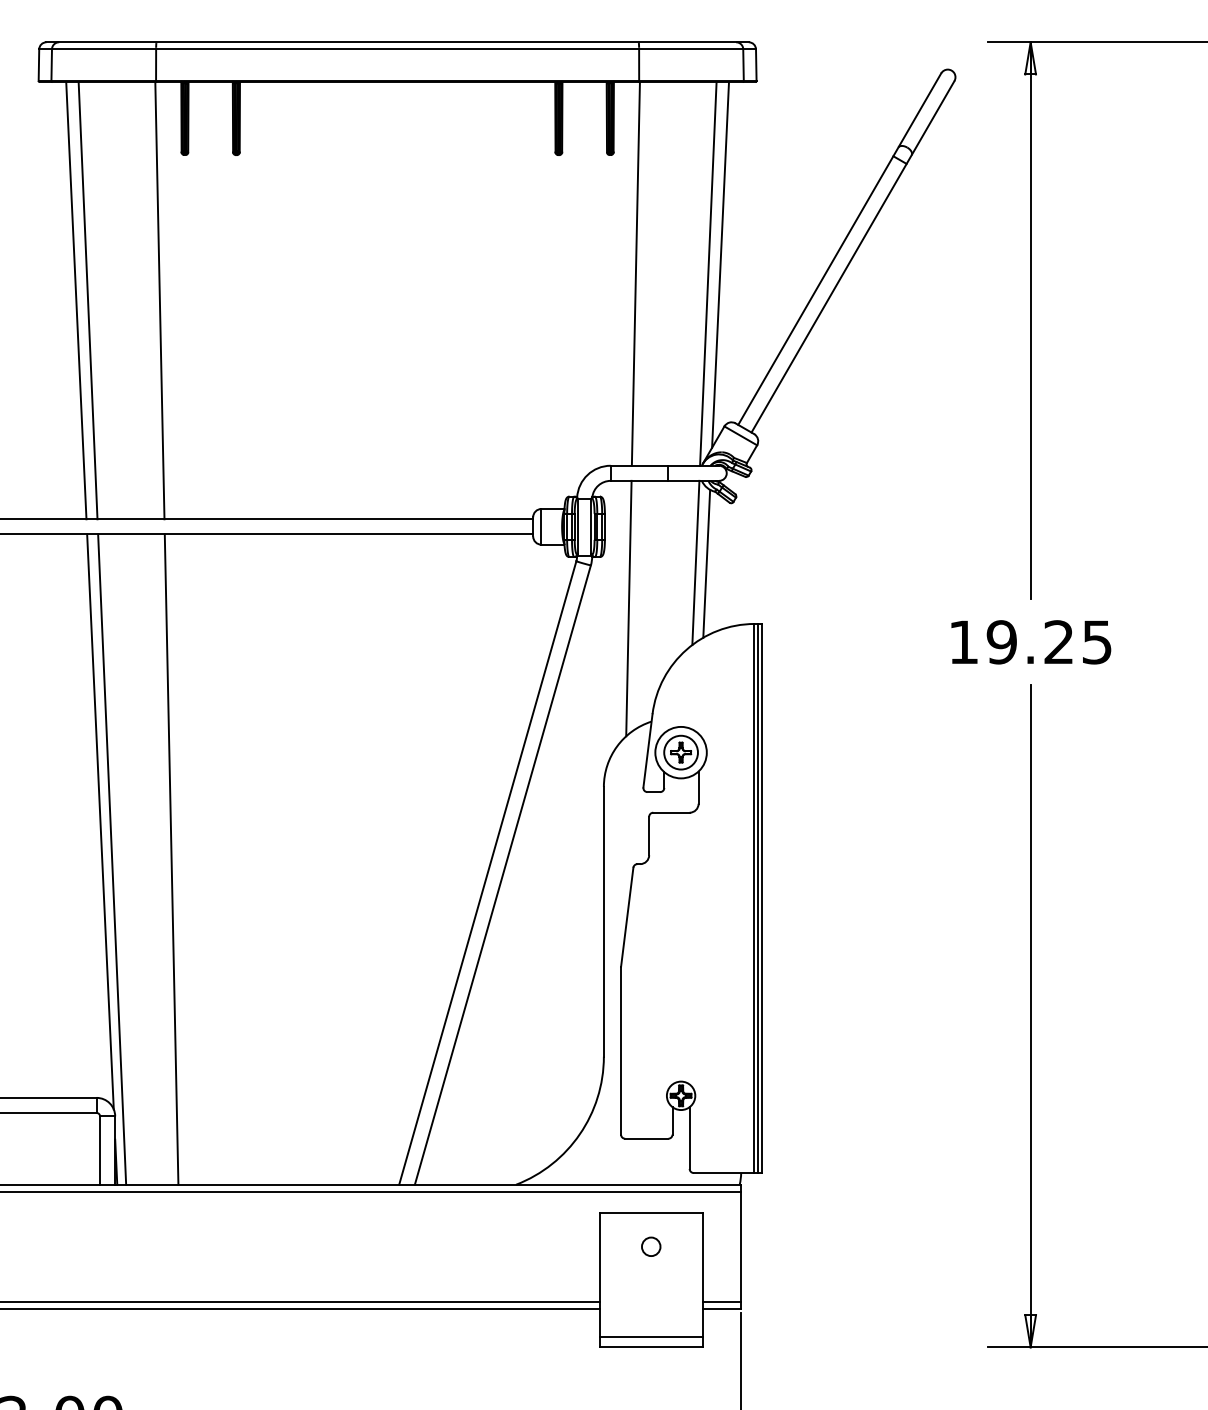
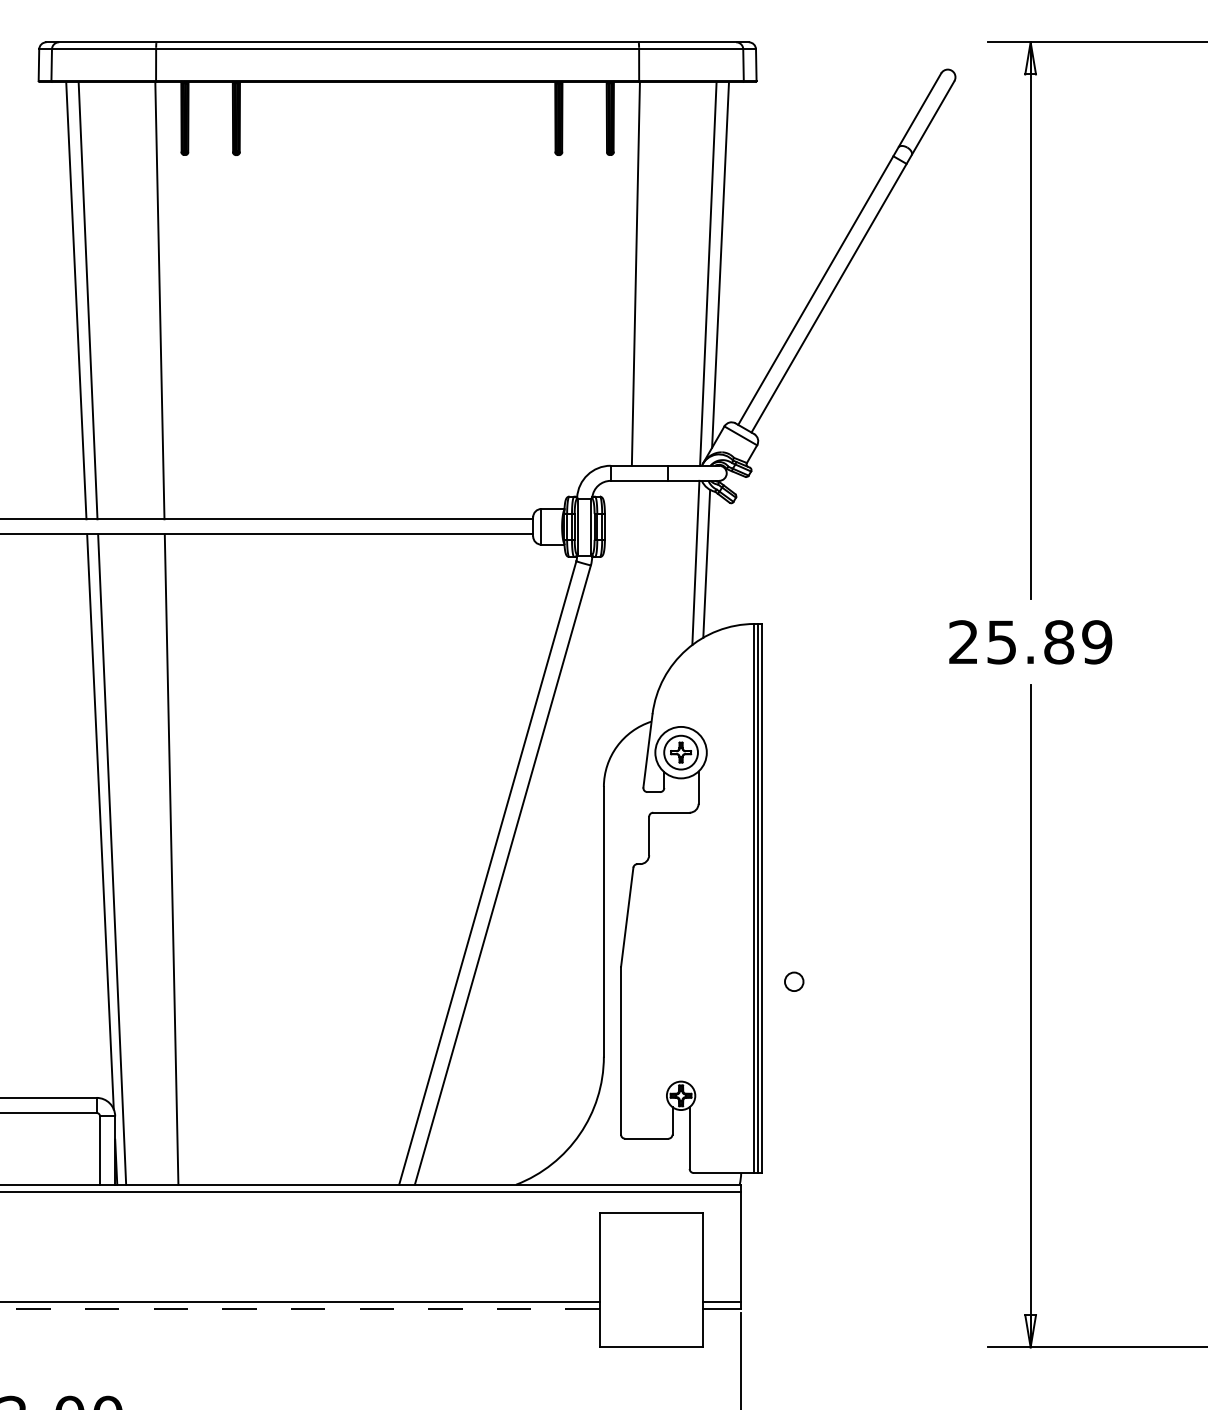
line at (628, 608): present -> none
text at (1030, 642): 19.25 -> 25.89
circle at (651, 1246) position: (651, 1246) -> (794, 981)
line at (299, 1308): solid -> dashed
line at (650, 1337): present -> none
